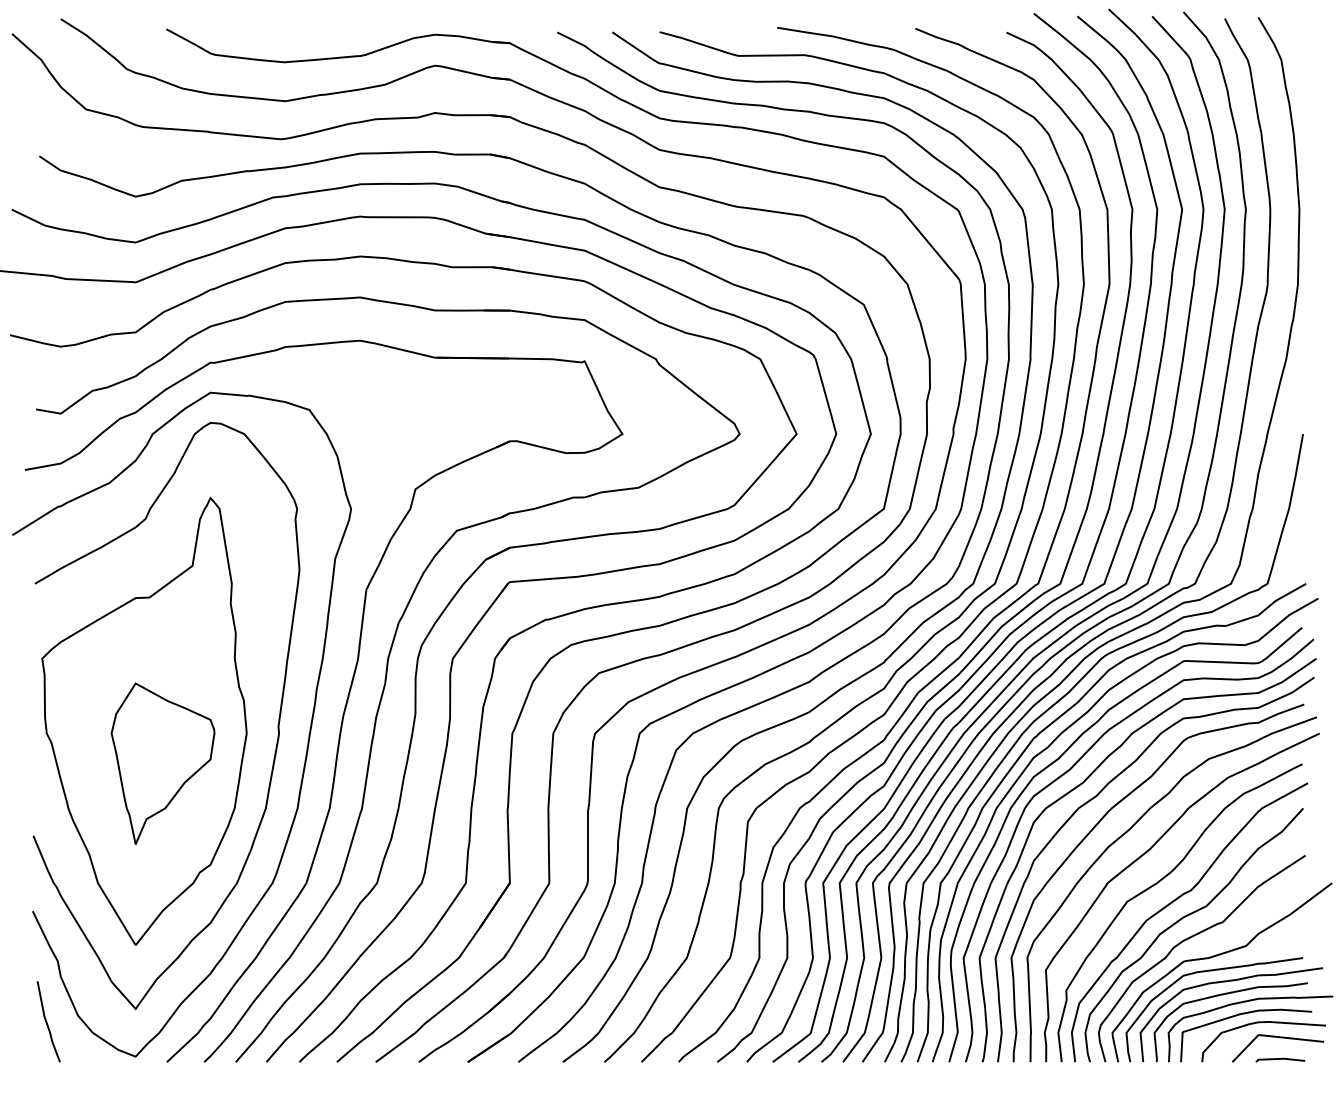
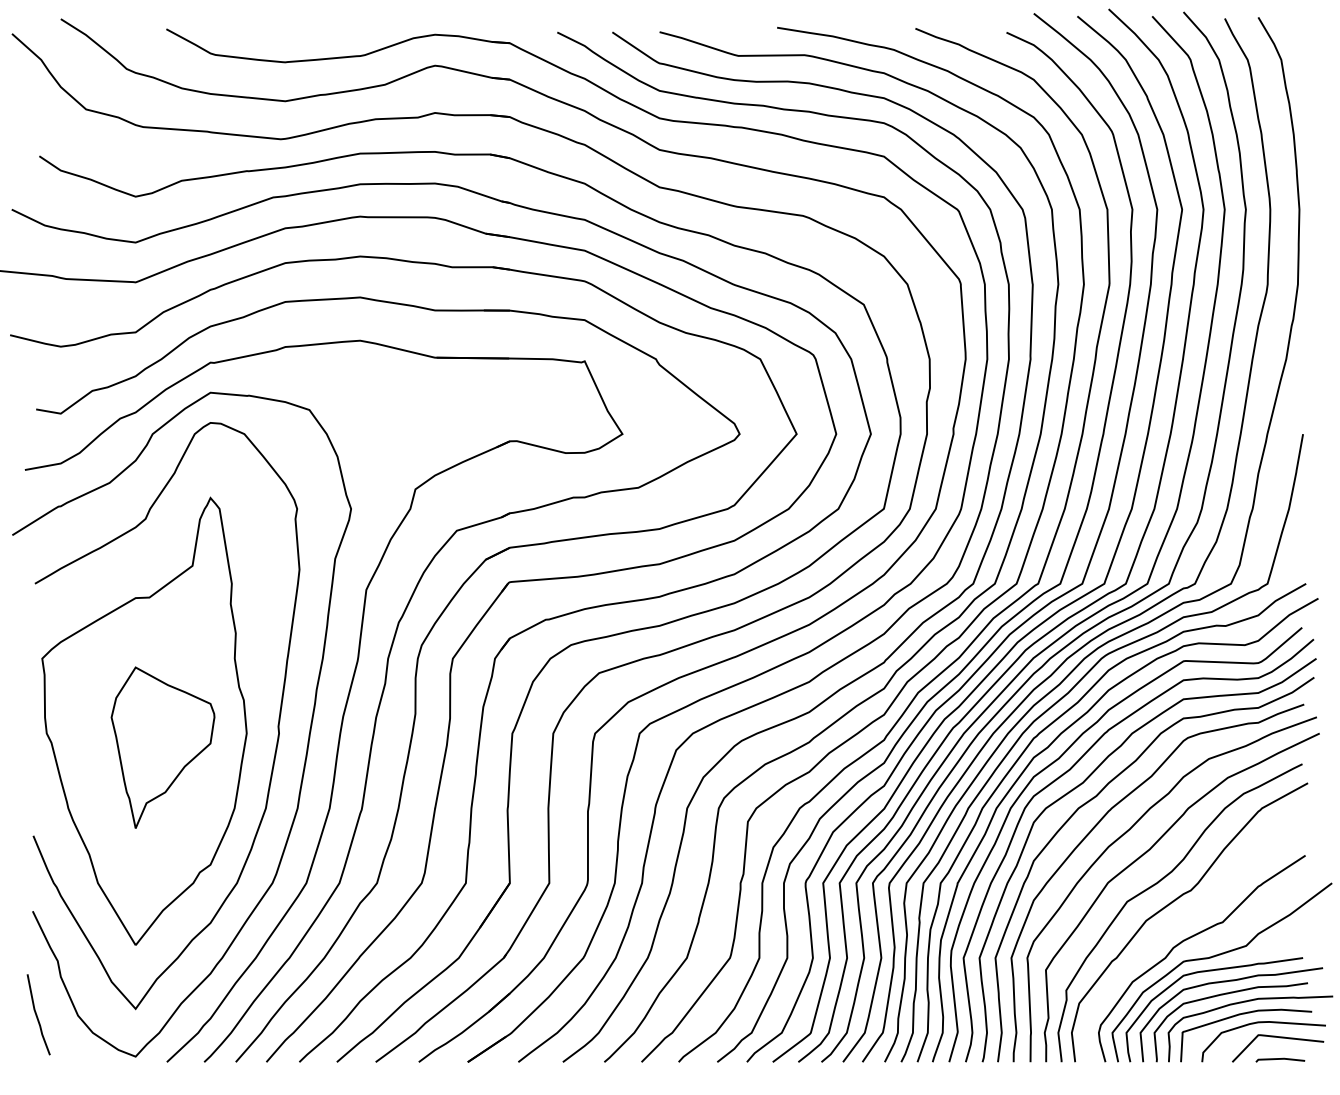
part at (162, 763) position: (162, 763) -> (162, 747)
curve at (1182, 919): present -> none
line at (47, 1021) position: (47, 1021) -> (37, 1014)
